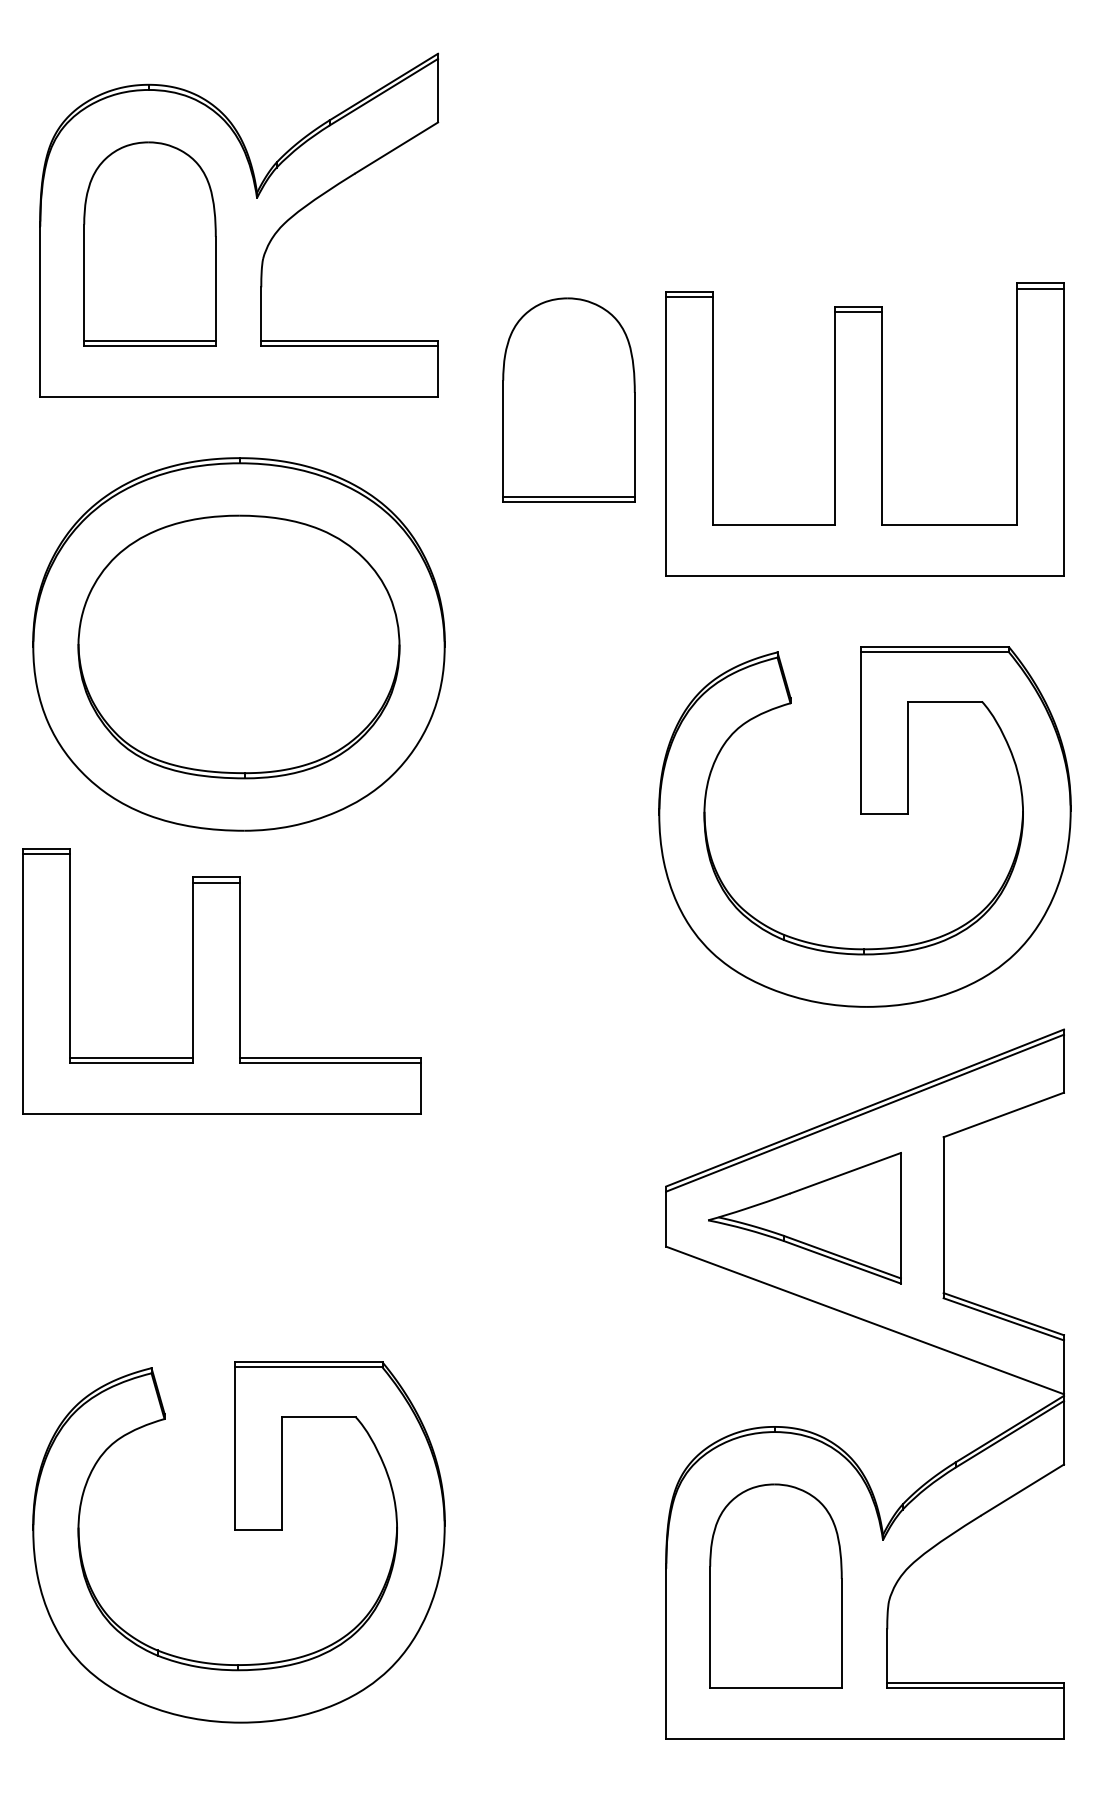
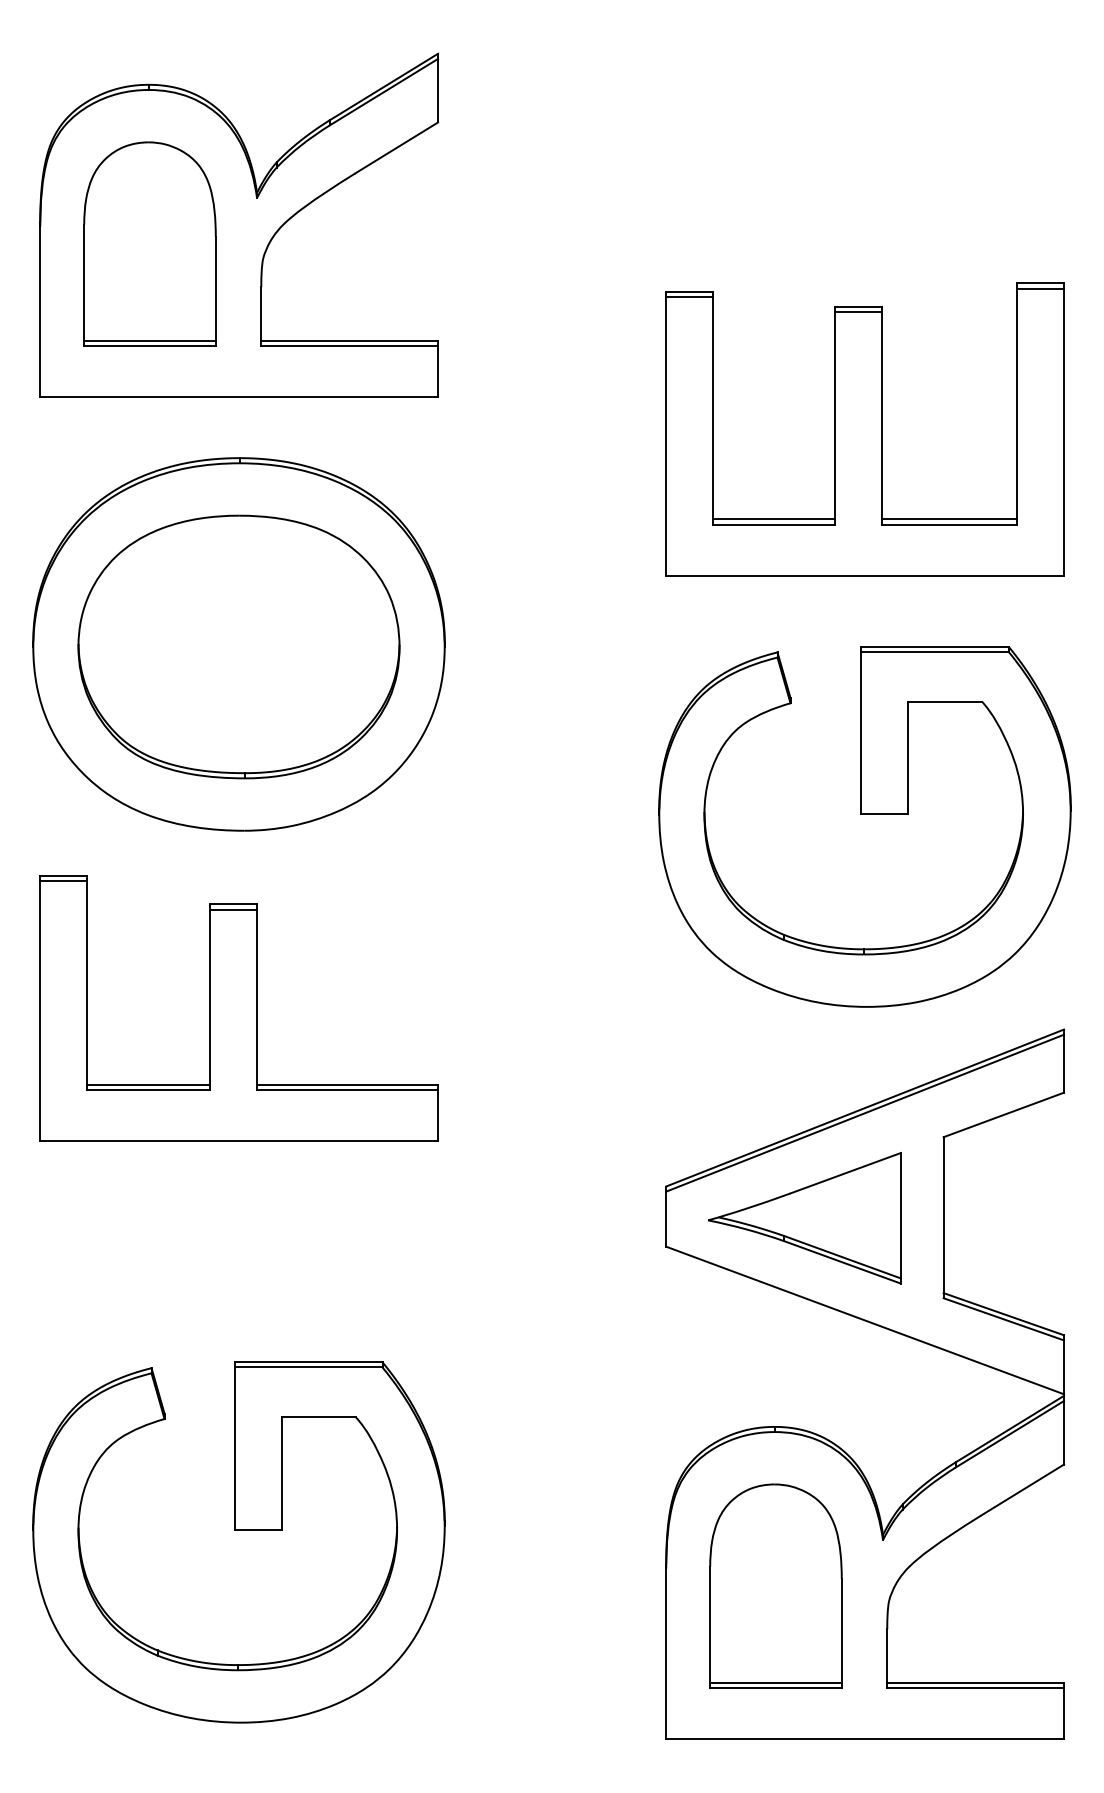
part at (568, 399): present -> none
line at (773, 519): none -> present
line at (949, 519): none -> present
part at (221, 981) position: (221, 981) -> (238, 1008)
line at (775, 1683): none -> present
